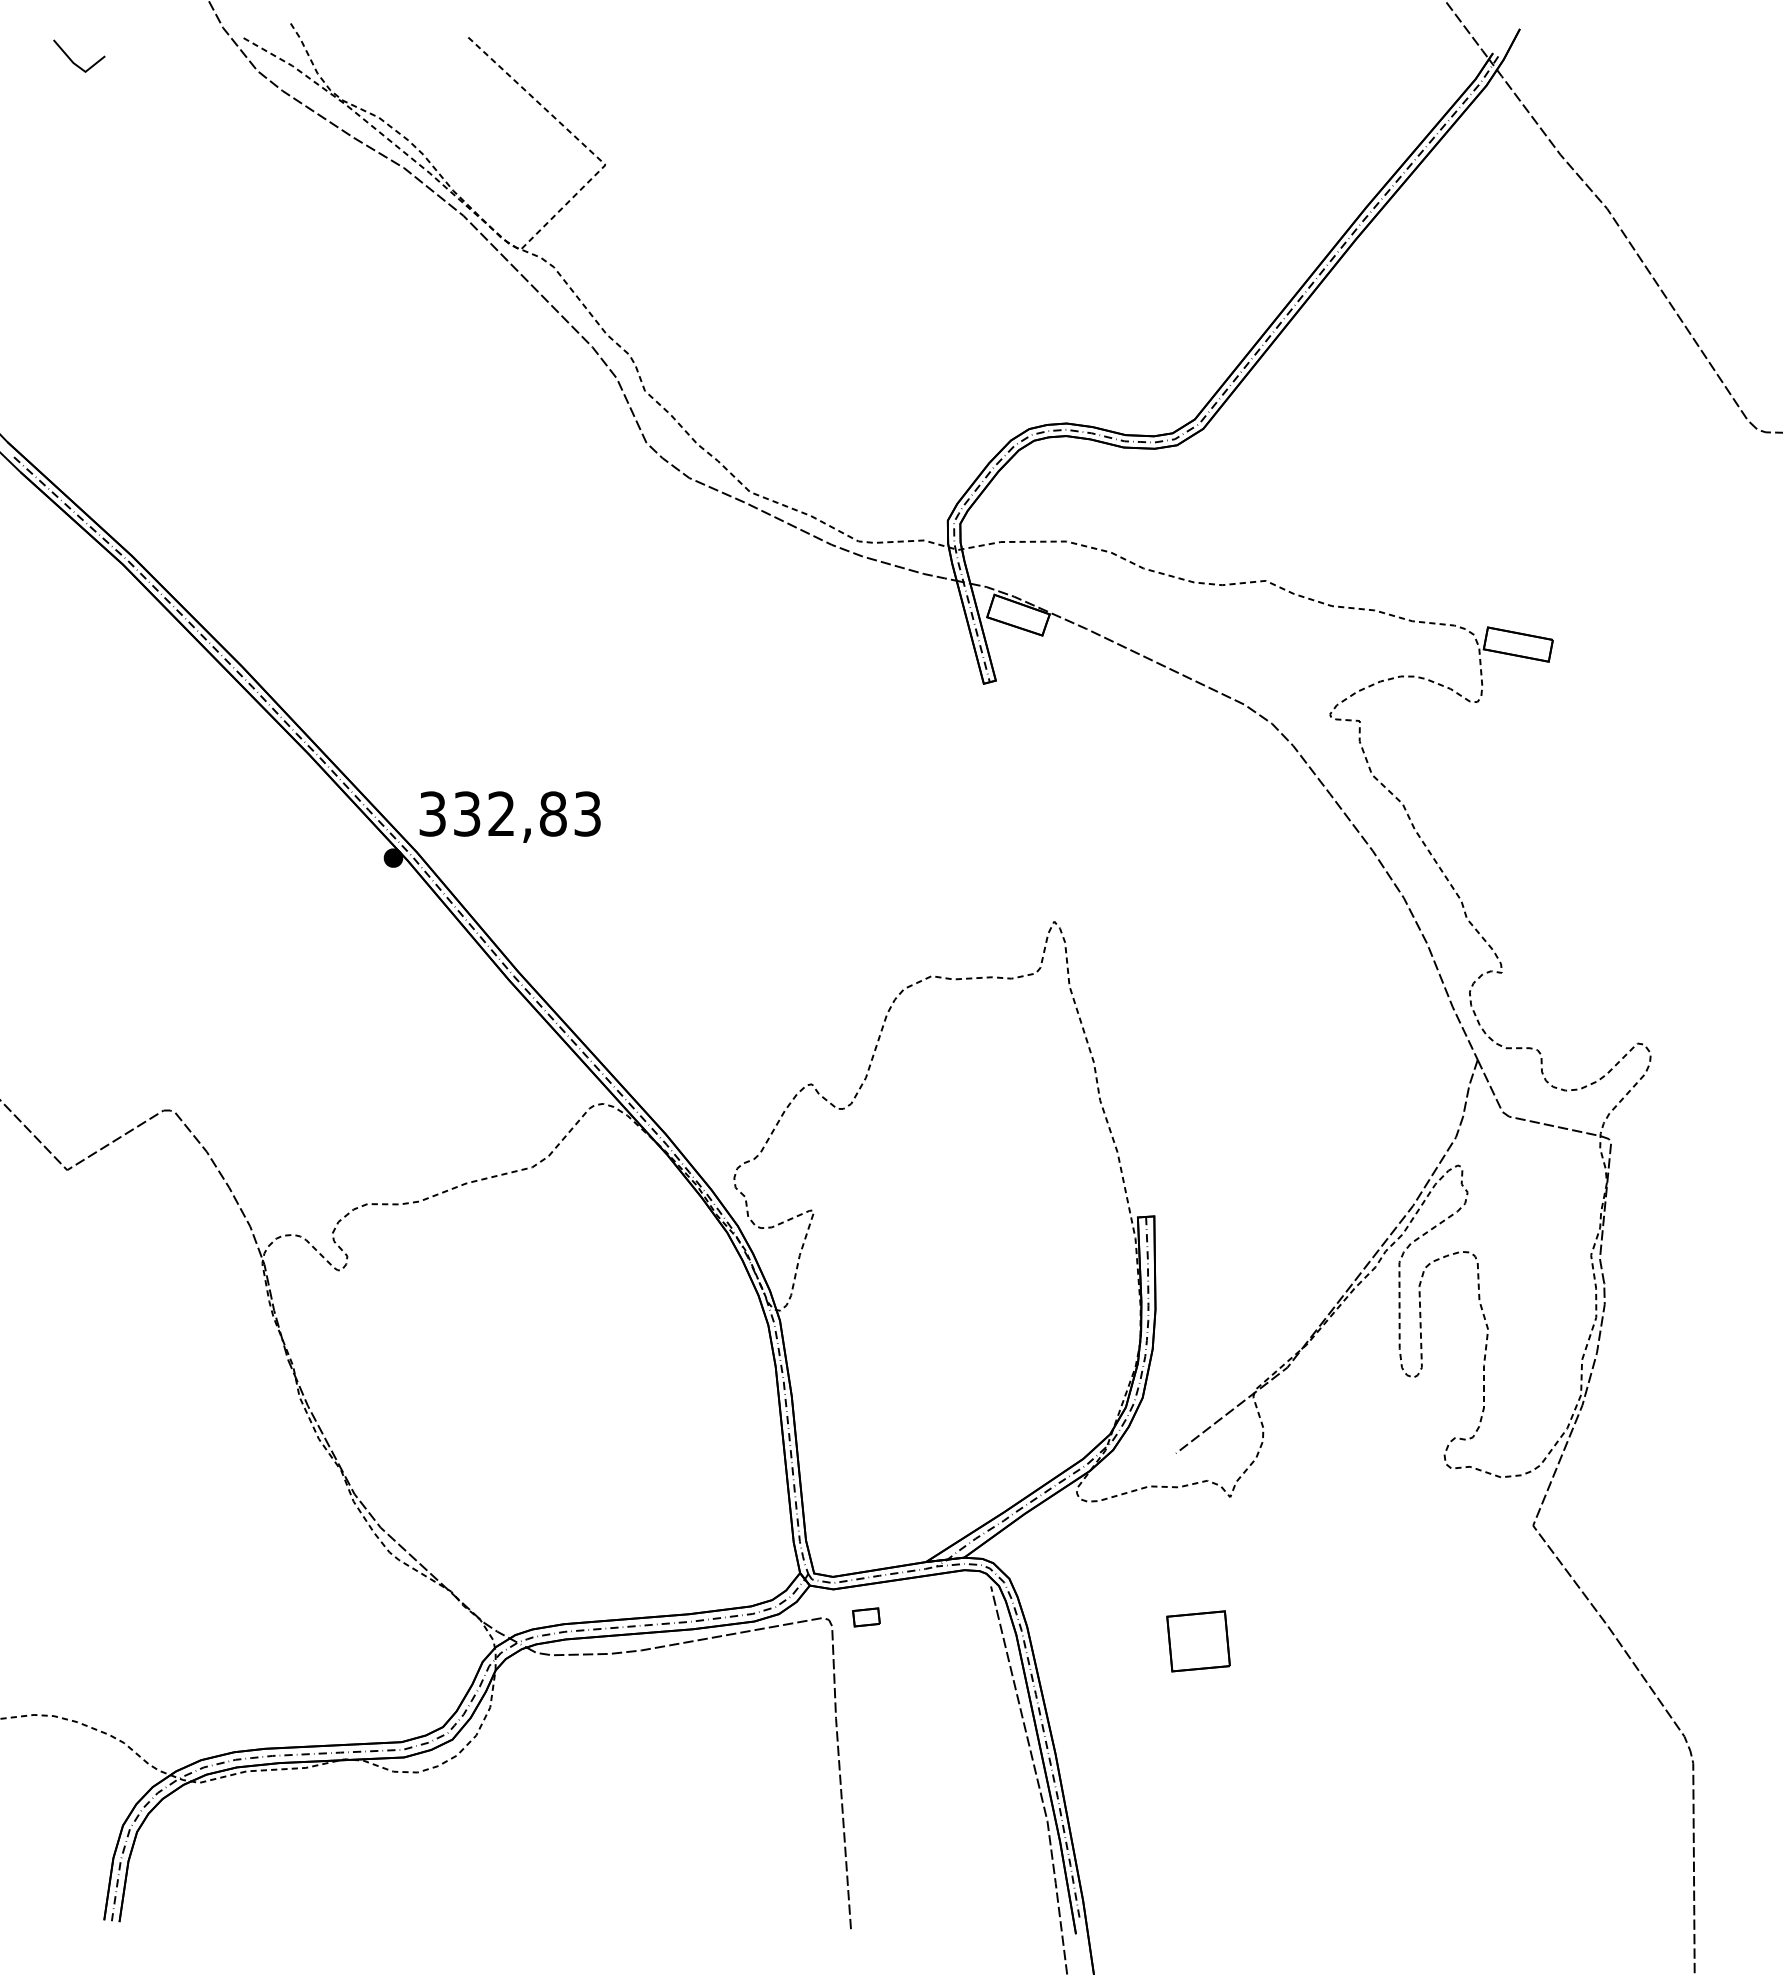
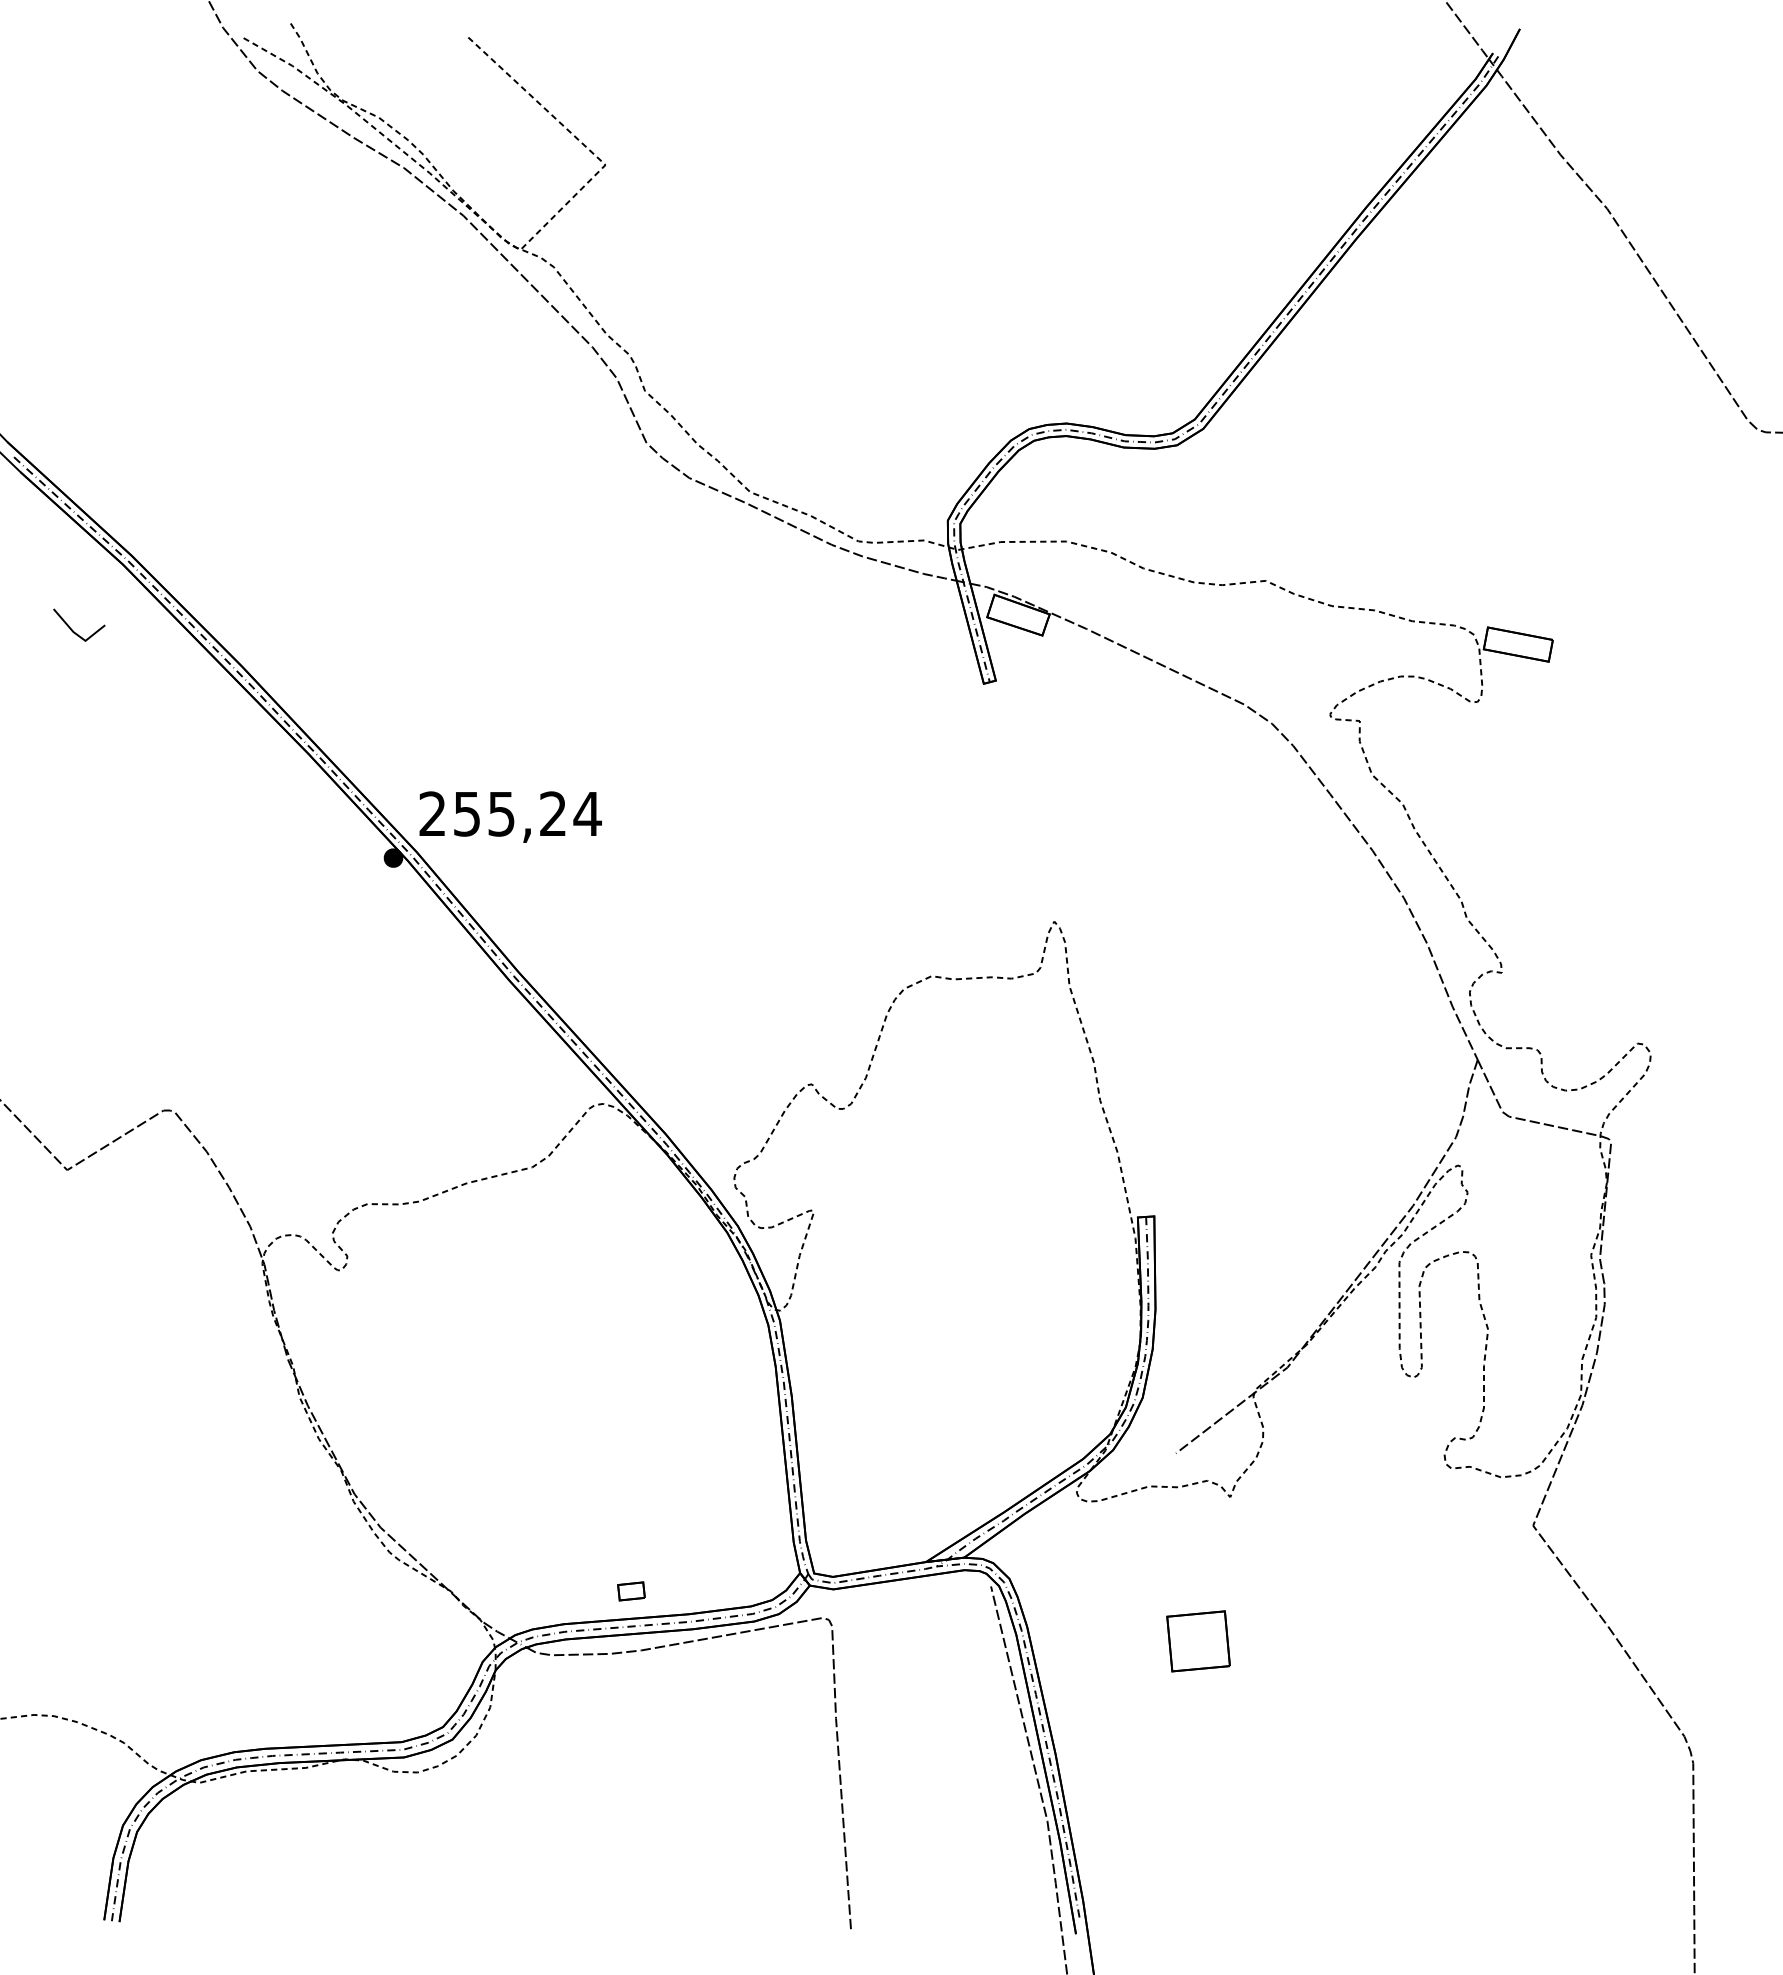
line at (73, 61) position: (73, 61) -> (73, 630)
text at (510, 813): 332,83 -> 255,24
part at (866, 1617) position: (866, 1617) -> (631, 1591)
